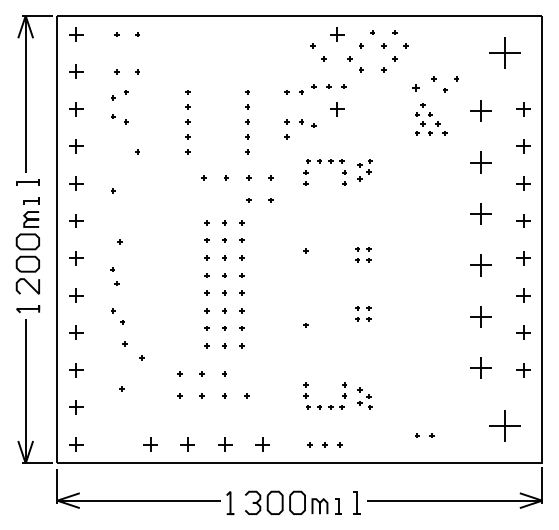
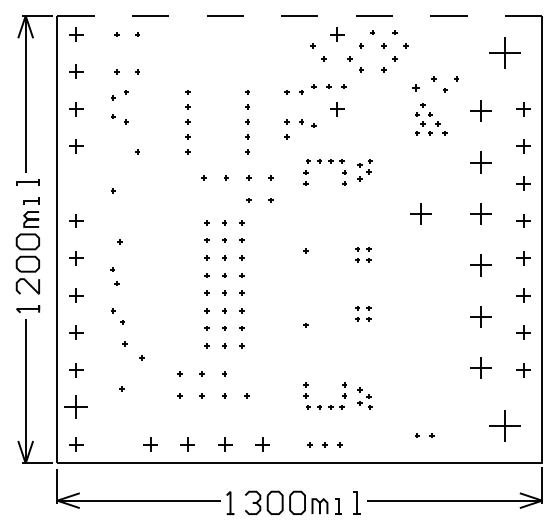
line at (300, 15): solid -> dashed
part at (76, 183): present -> none
part at (420, 213): none -> present
part at (76, 407) size: 15x15 px -> 24x24 px
